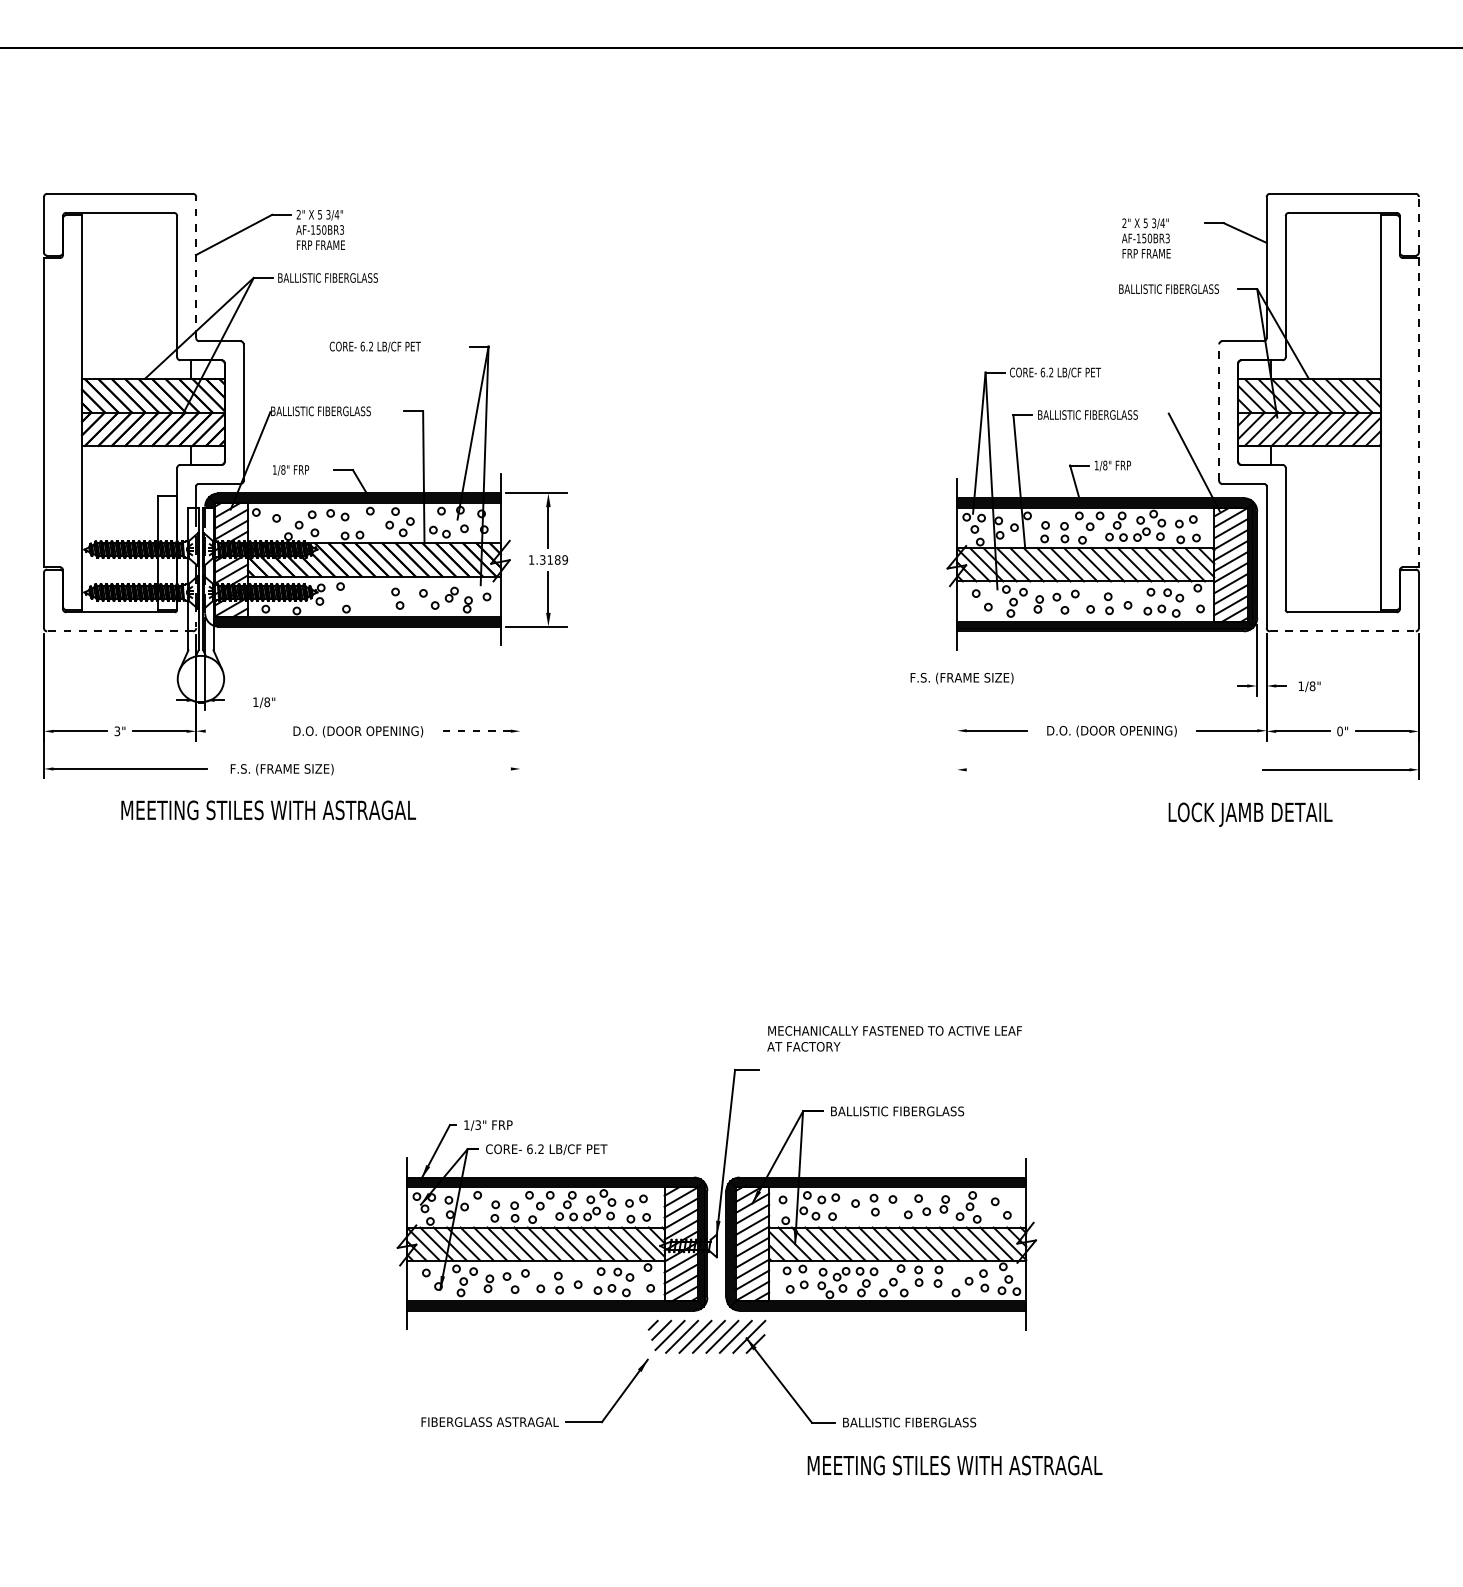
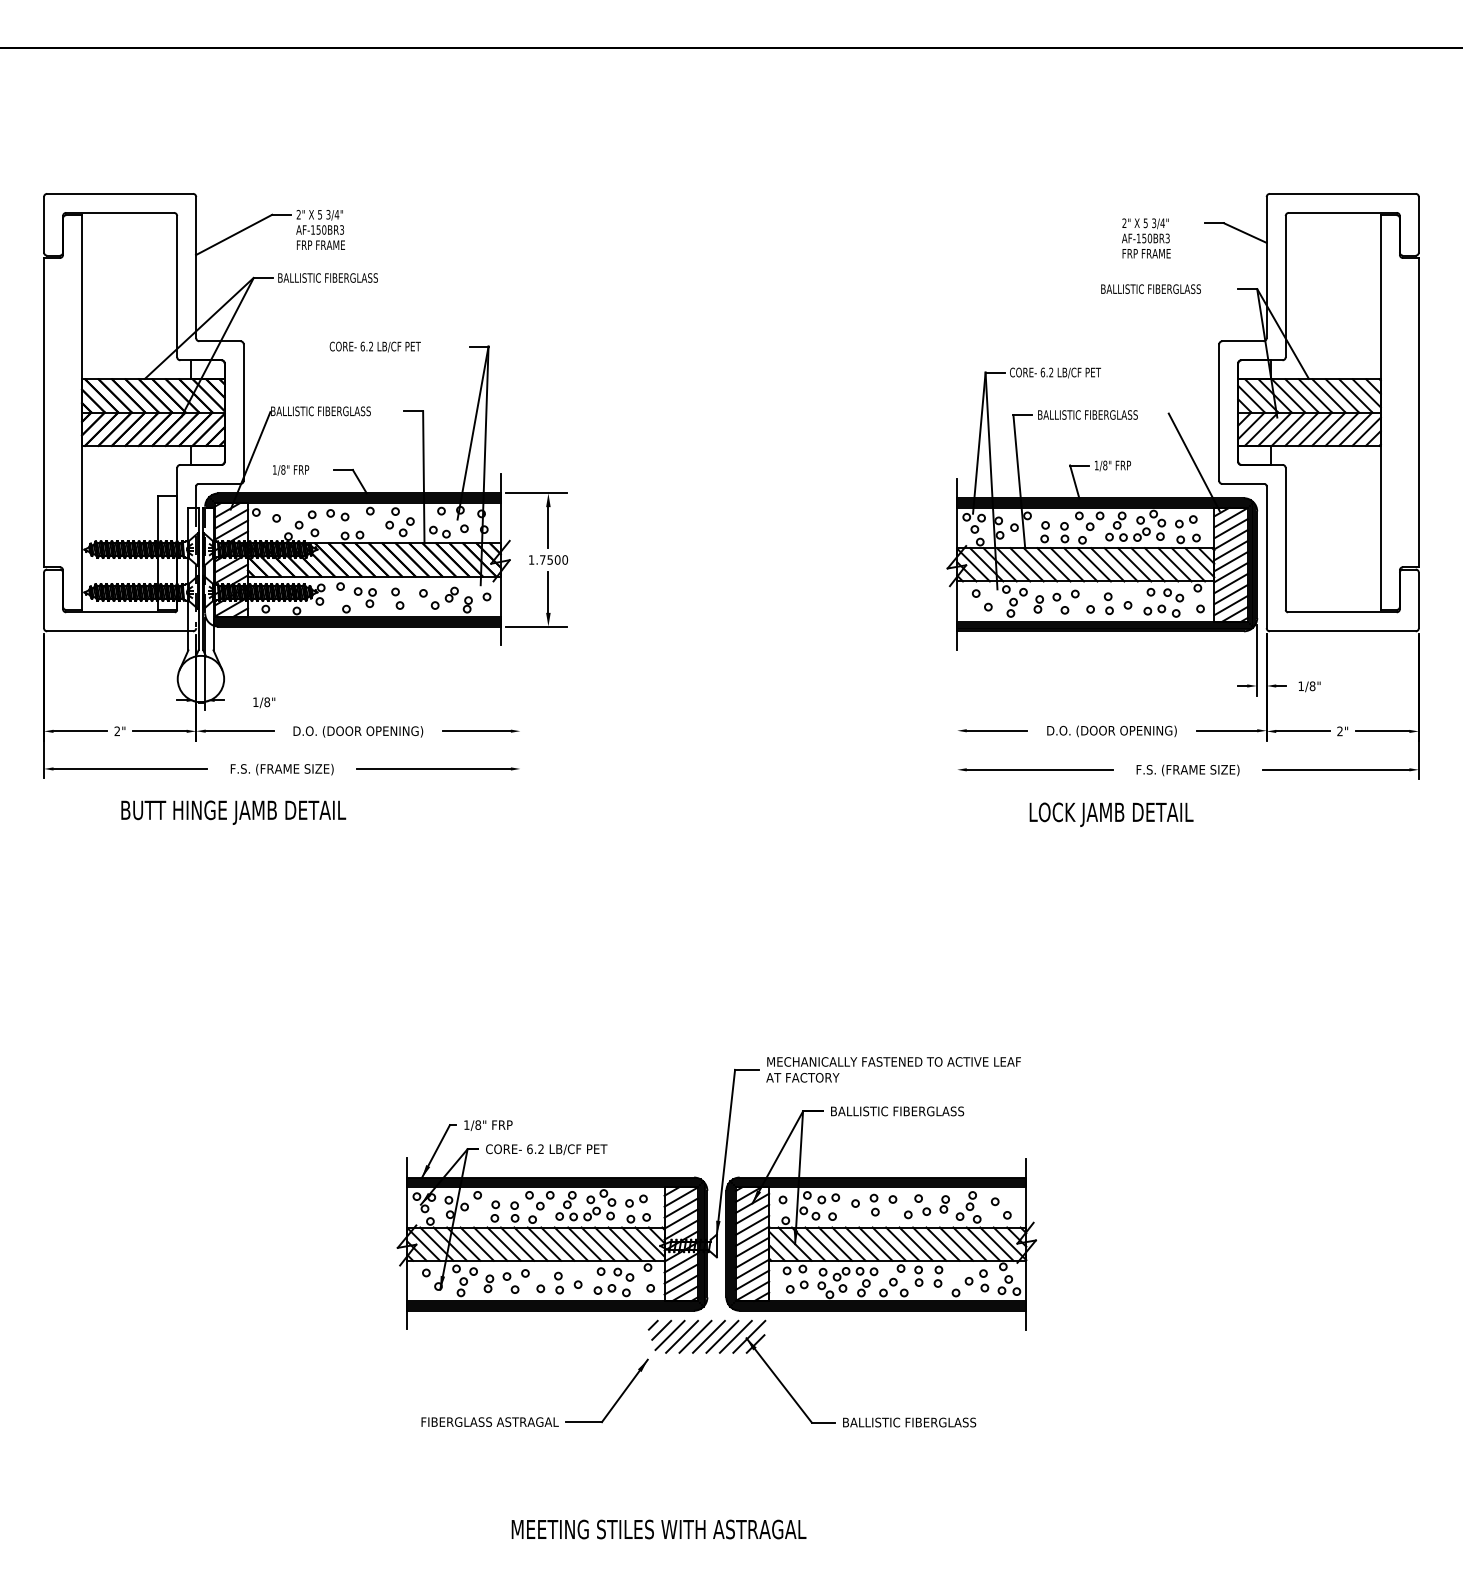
line at (1418, 224): dashed -> solid
line at (196, 267): dashed -> solid
text at (1168, 288) position: (1168, 288) -> (1150, 288)
line at (1219, 412): dashed -> solid
line at (1418, 412): dashed -> solid
text at (553, 559): 1.3189 -> 1.7500
part at (364, 597): none -> present
line at (120, 631): dashed -> solid
line at (1342, 631): dashed -> solid
text at (961, 678) position: (961, 678) -> (1187, 770)
text at (117, 731): 3" -> 2"
line at (239, 731): none -> present
line at (476, 731): dashed -> solid
text at (1339, 731): 0" -> 2"
line at (433, 768): none -> present
line at (1039, 769): none -> present
text at (269, 812): MEETING STILES WITH ASTRAGAL -> BUTT HINGE JAMB DETAIL
text at (1250, 814) position: (1250, 814) -> (1111, 814)
text at (894, 1038) position: (894, 1038) -> (893, 1069)
text at (478, 1124): 1/3" -> 1/8"
text at (954, 1465) position: (954, 1465) -> (658, 1529)
